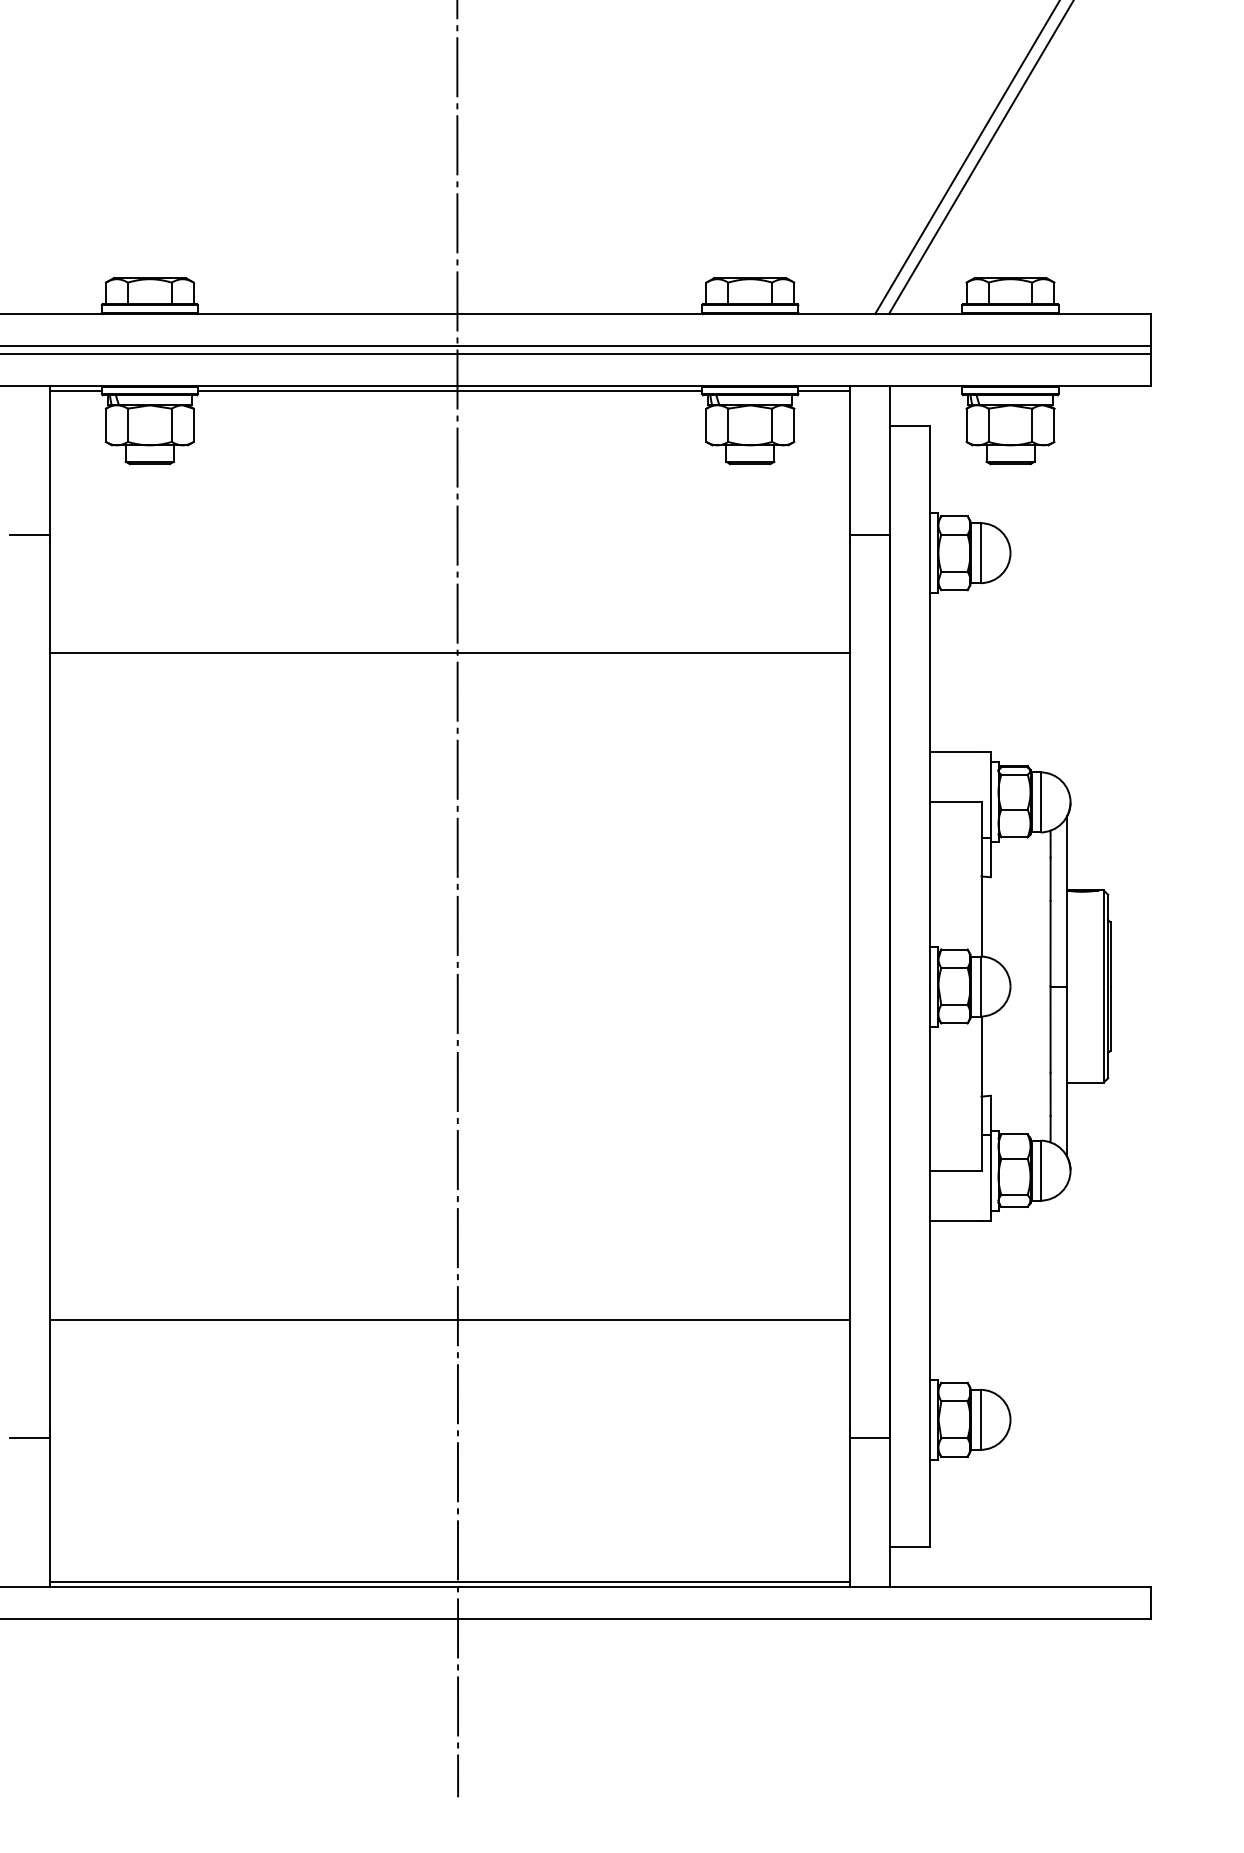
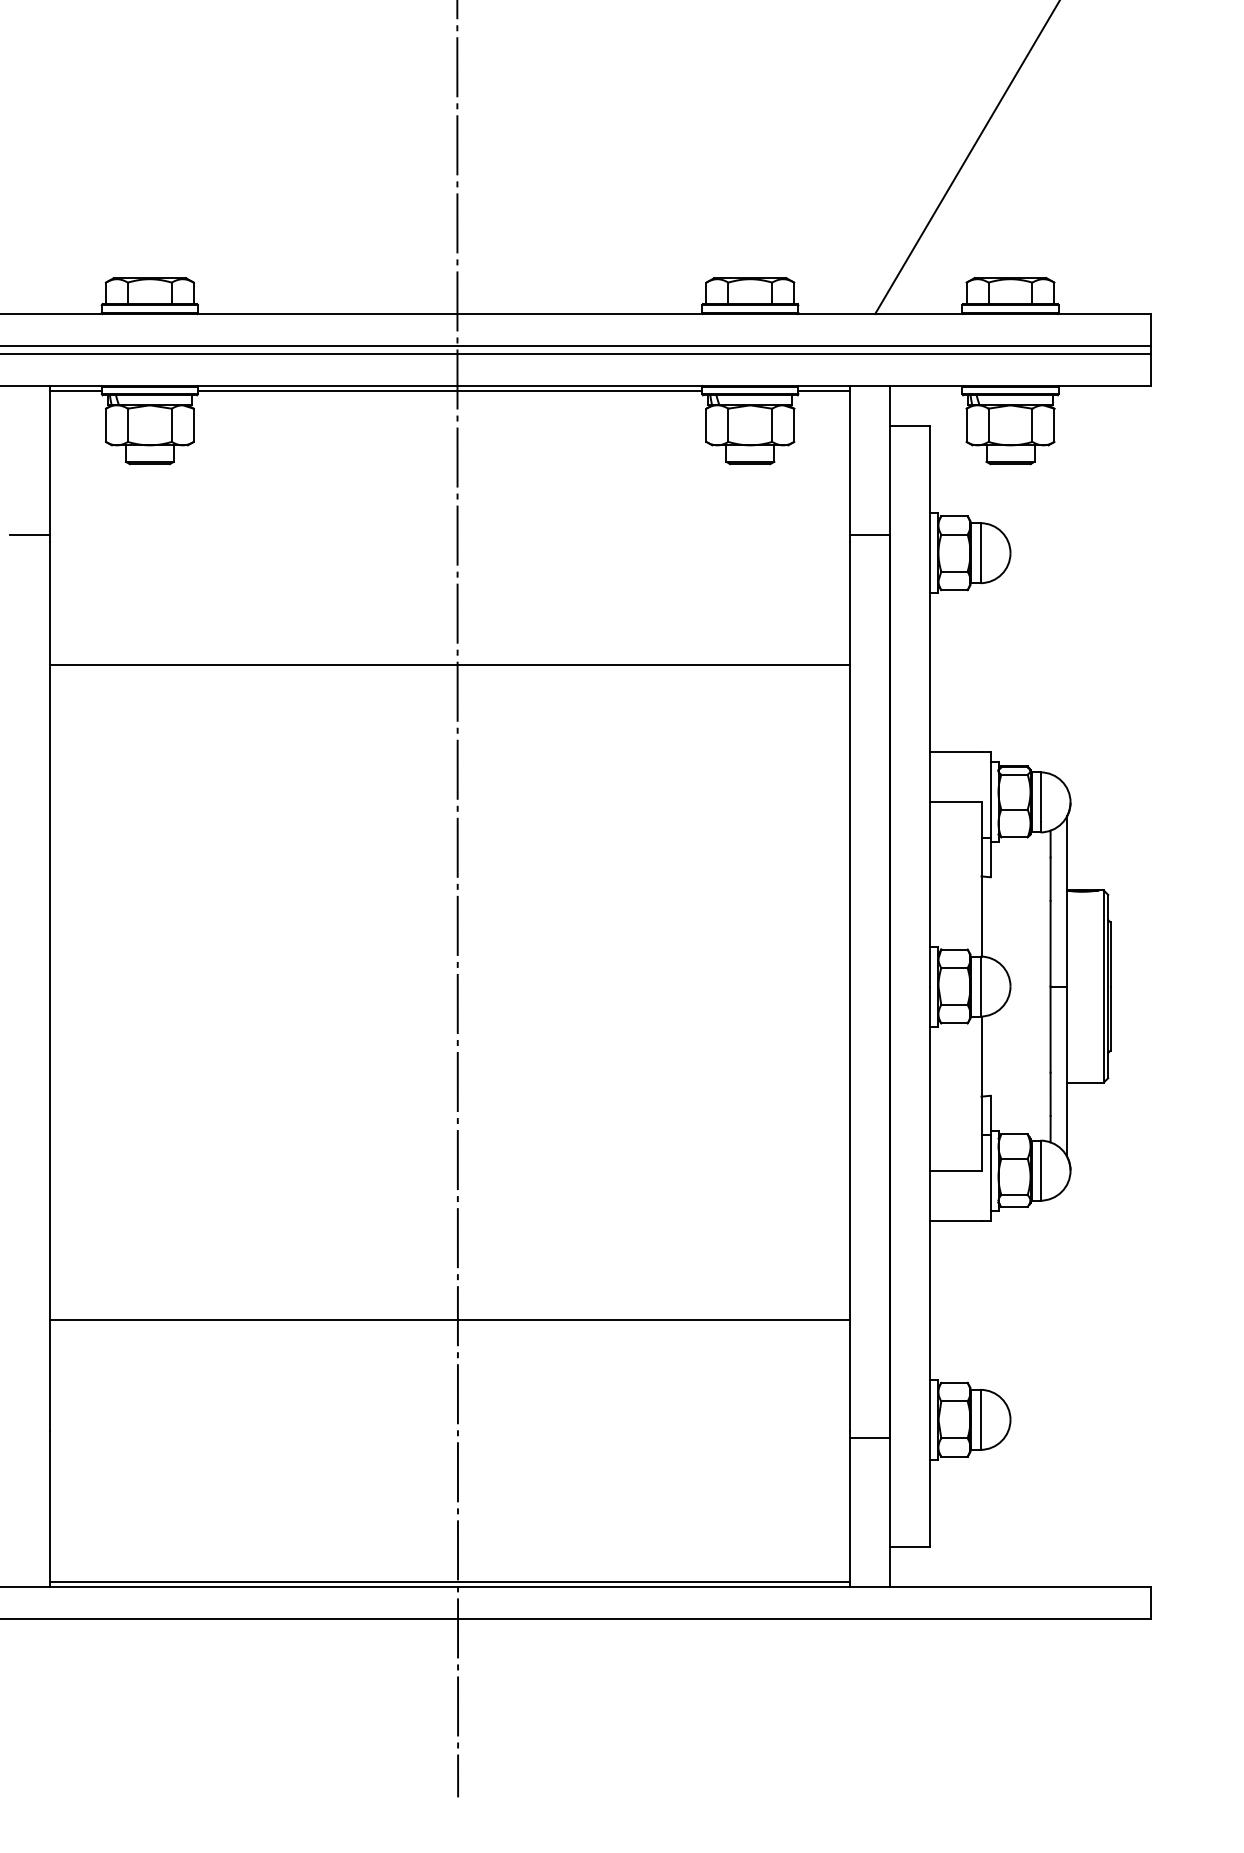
line at (980, 158): present -> none
line at (449, 652) position: (449, 652) -> (449, 664)
line at (29, 1438): present -> none
